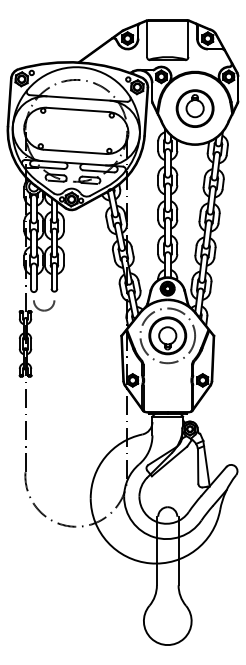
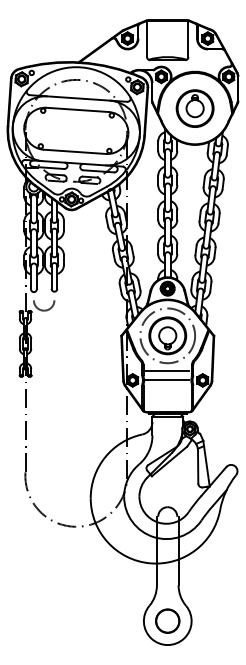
line at (167, 370): none -> present
line at (167, 380): none -> present
circle at (167, 620): none -> present
